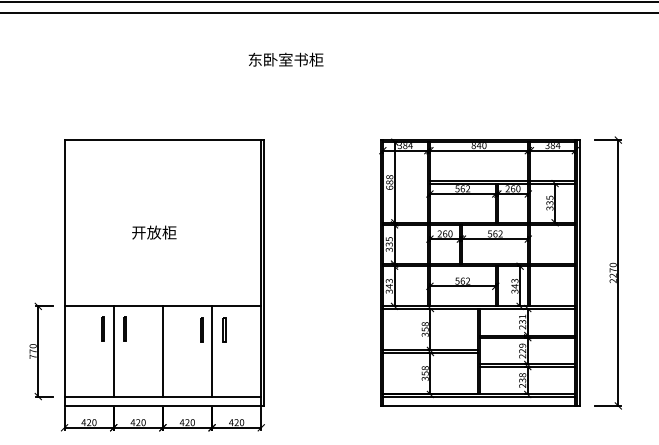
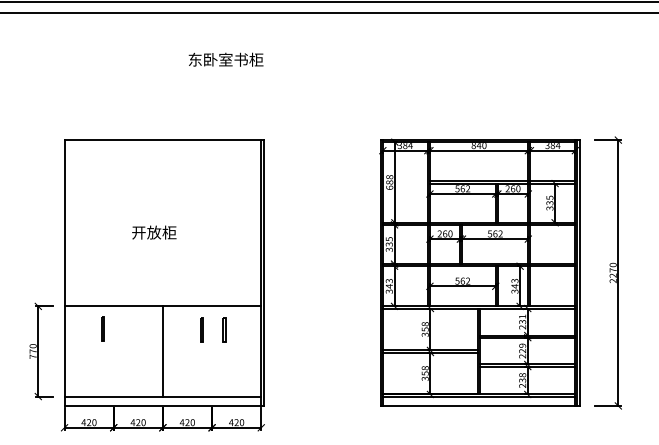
text at (285, 59) position: (285, 59) -> (225, 59)
line at (124, 328): present -> none
line at (113, 351): present -> none
line at (212, 351): present -> none
